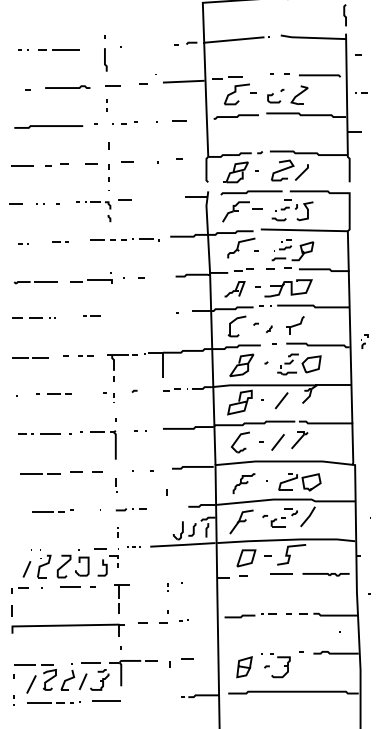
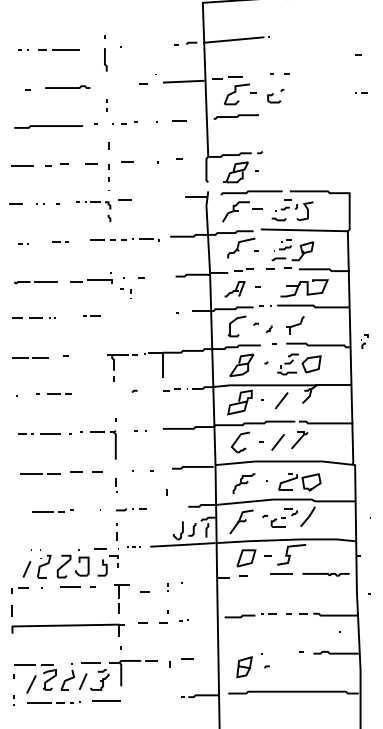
line at (112, 85): present -> none
part at (308, 88): present -> none
part at (288, 288) position: (288, 288) -> (304, 288)
line at (87, 355): present -> none
part at (108, 397) position: (108, 397) -> (125, 293)
part at (117, 532) size: 2x11 px -> 2x18 px
line at (144, 591): none -> present
part at (280, 665): present -> none
